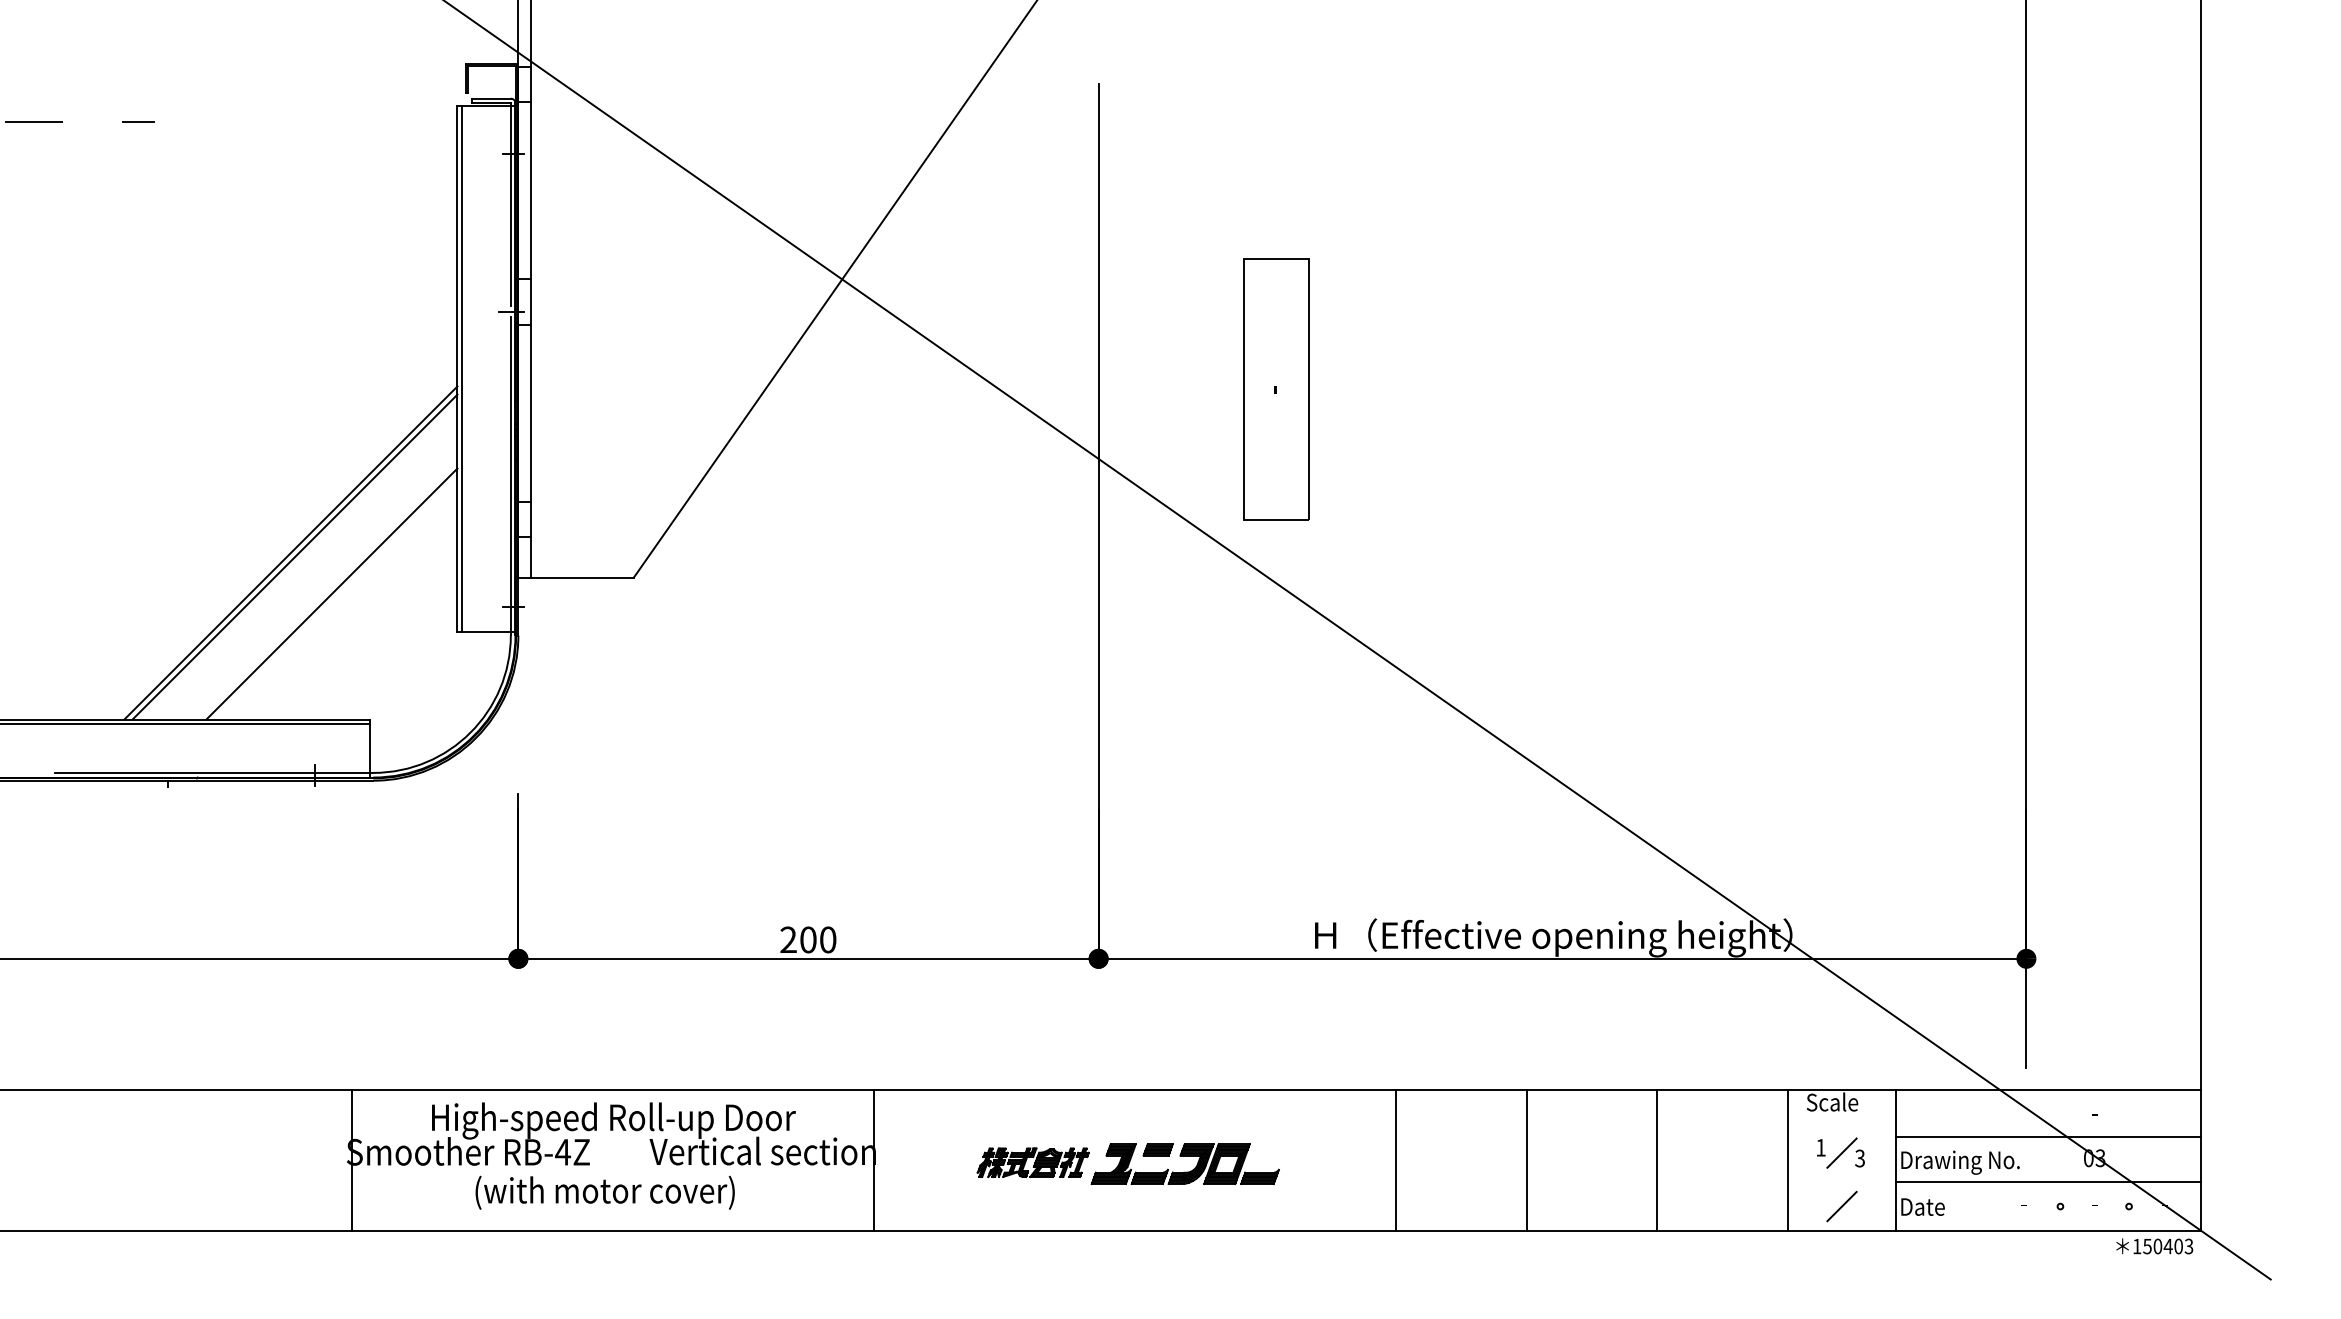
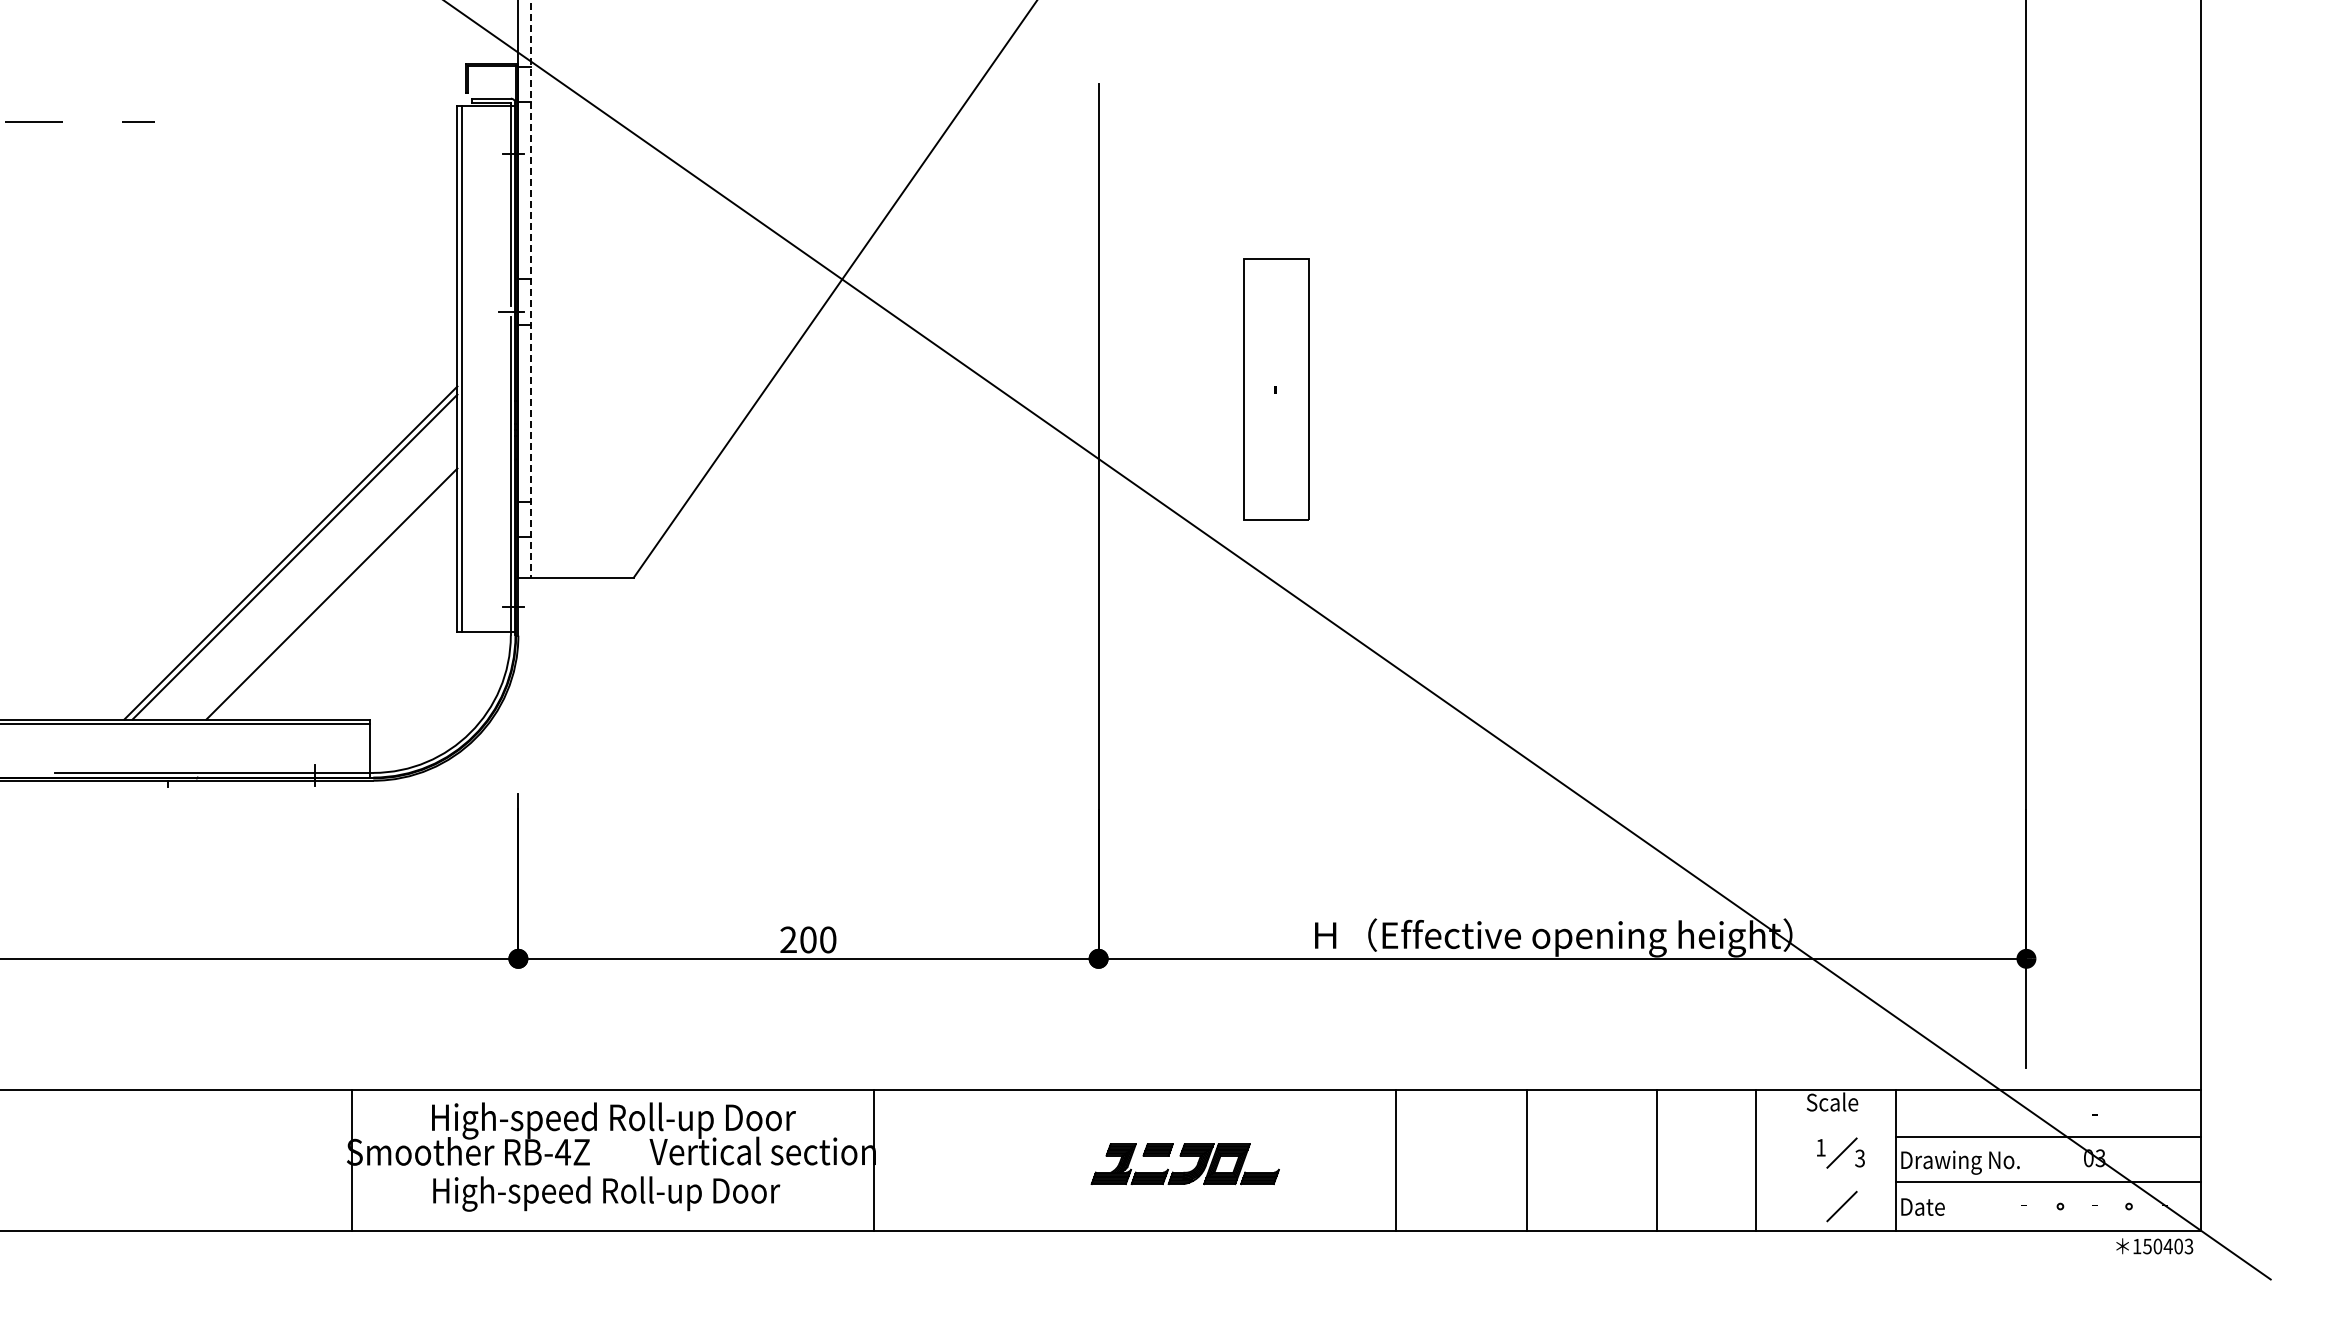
line at (530, 289): solid -> dashed
line at (1787, 1160) position: (1787, 1160) -> (1755, 1160)
part at (1032, 1162): present -> none
text at (606, 1193): (with motor cover) -> High-speed Roll-up Door
